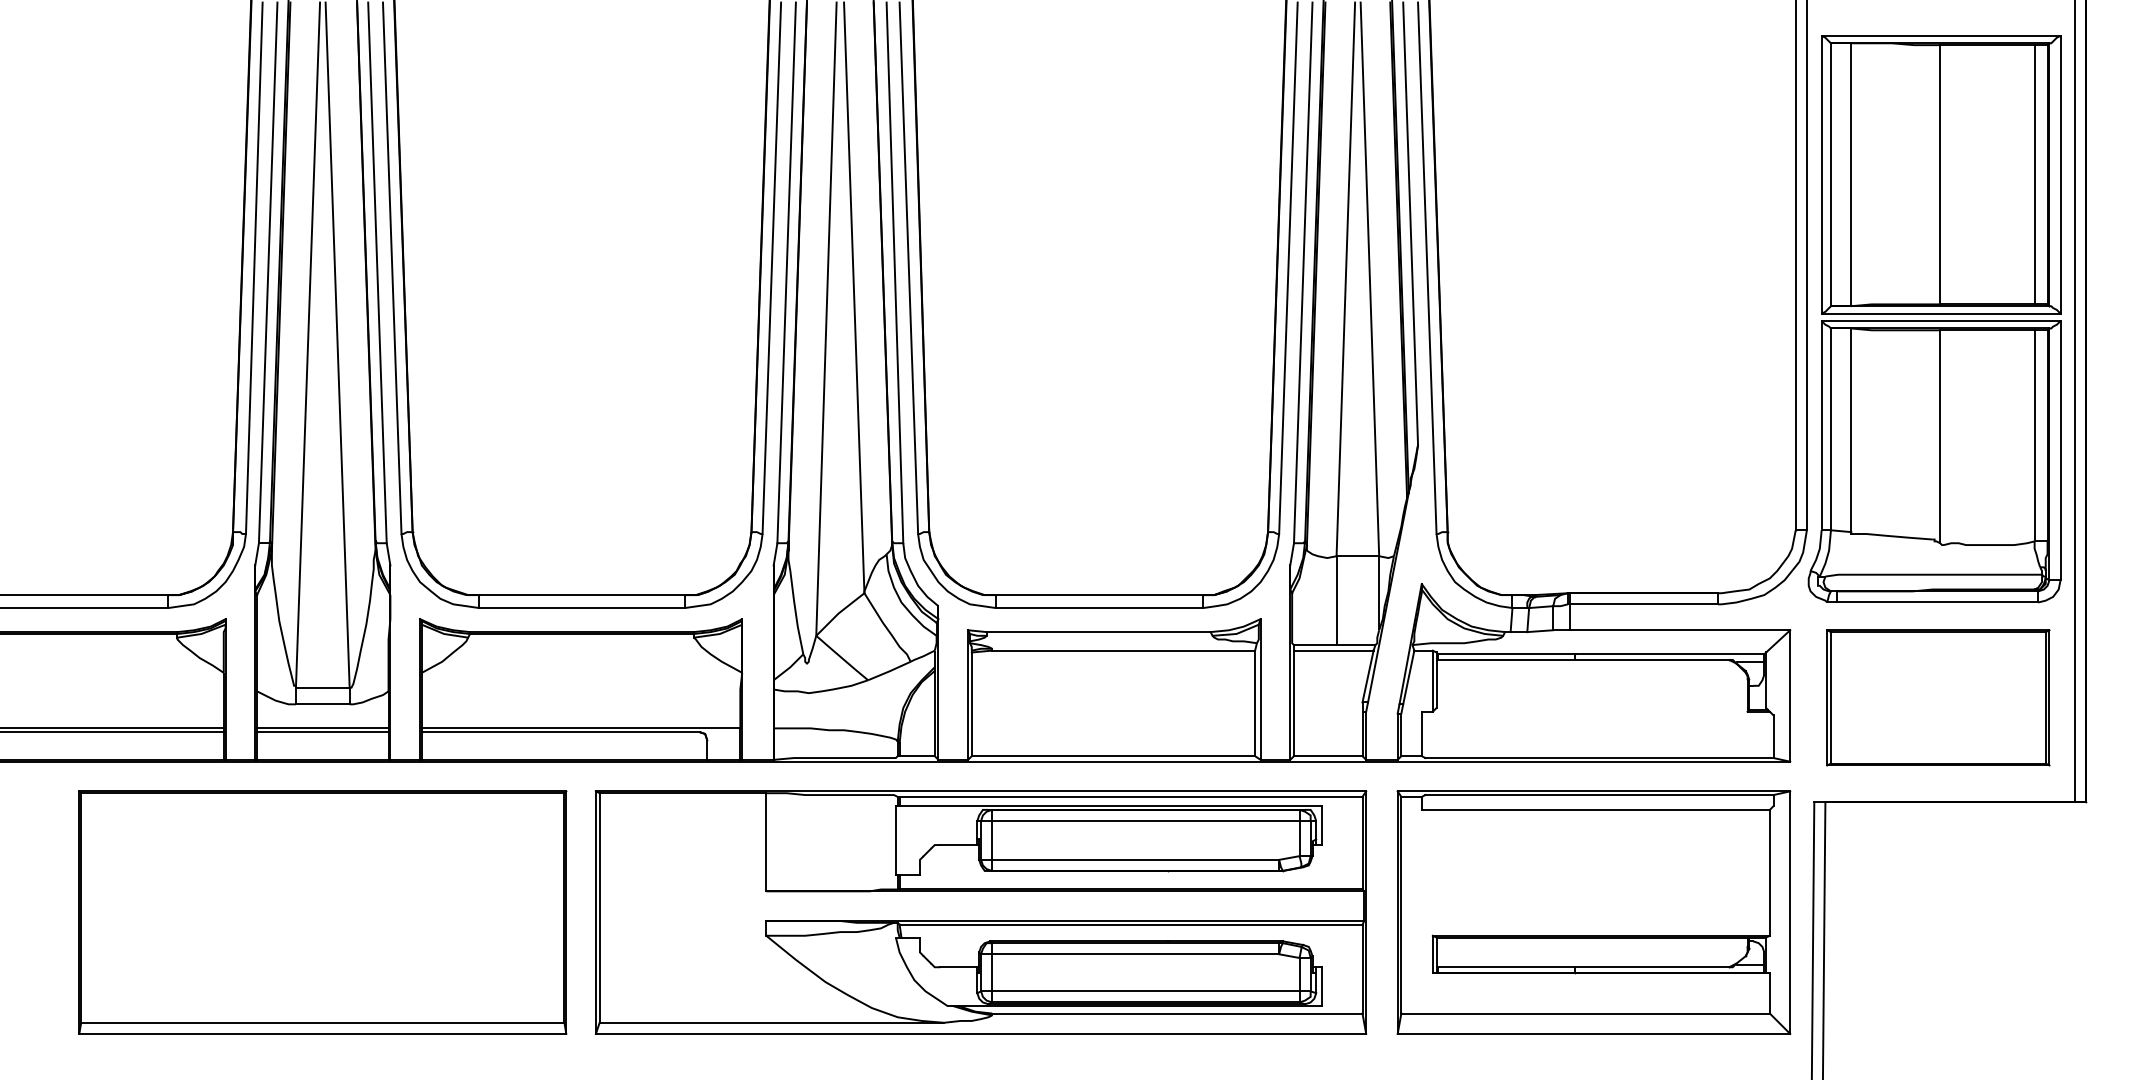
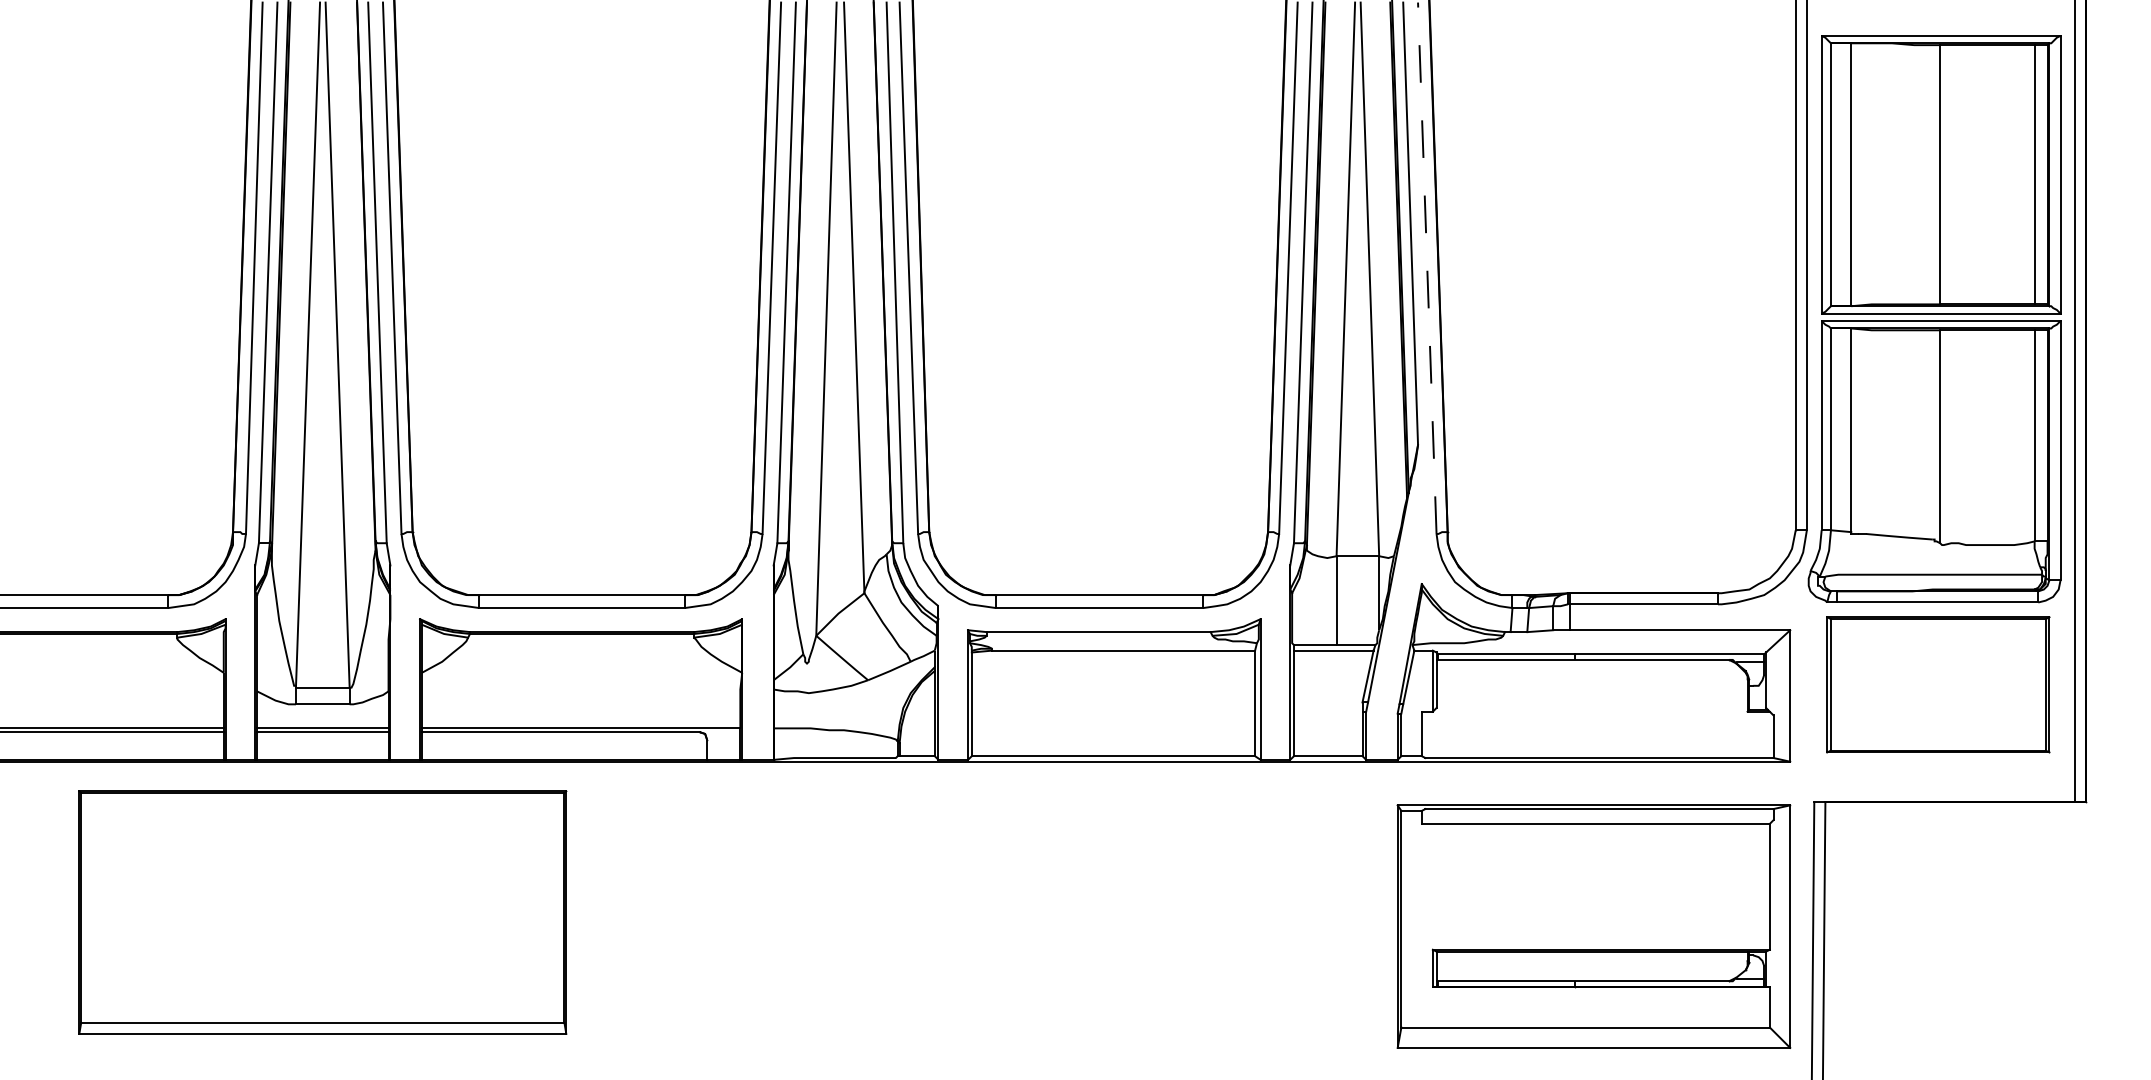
line at (1427, 268): solid -> dashed
part at (1938, 697) position: (1938, 697) -> (1938, 684)
part at (980, 912): present -> none
part at (1593, 912) position: (1593, 912) -> (1593, 926)
